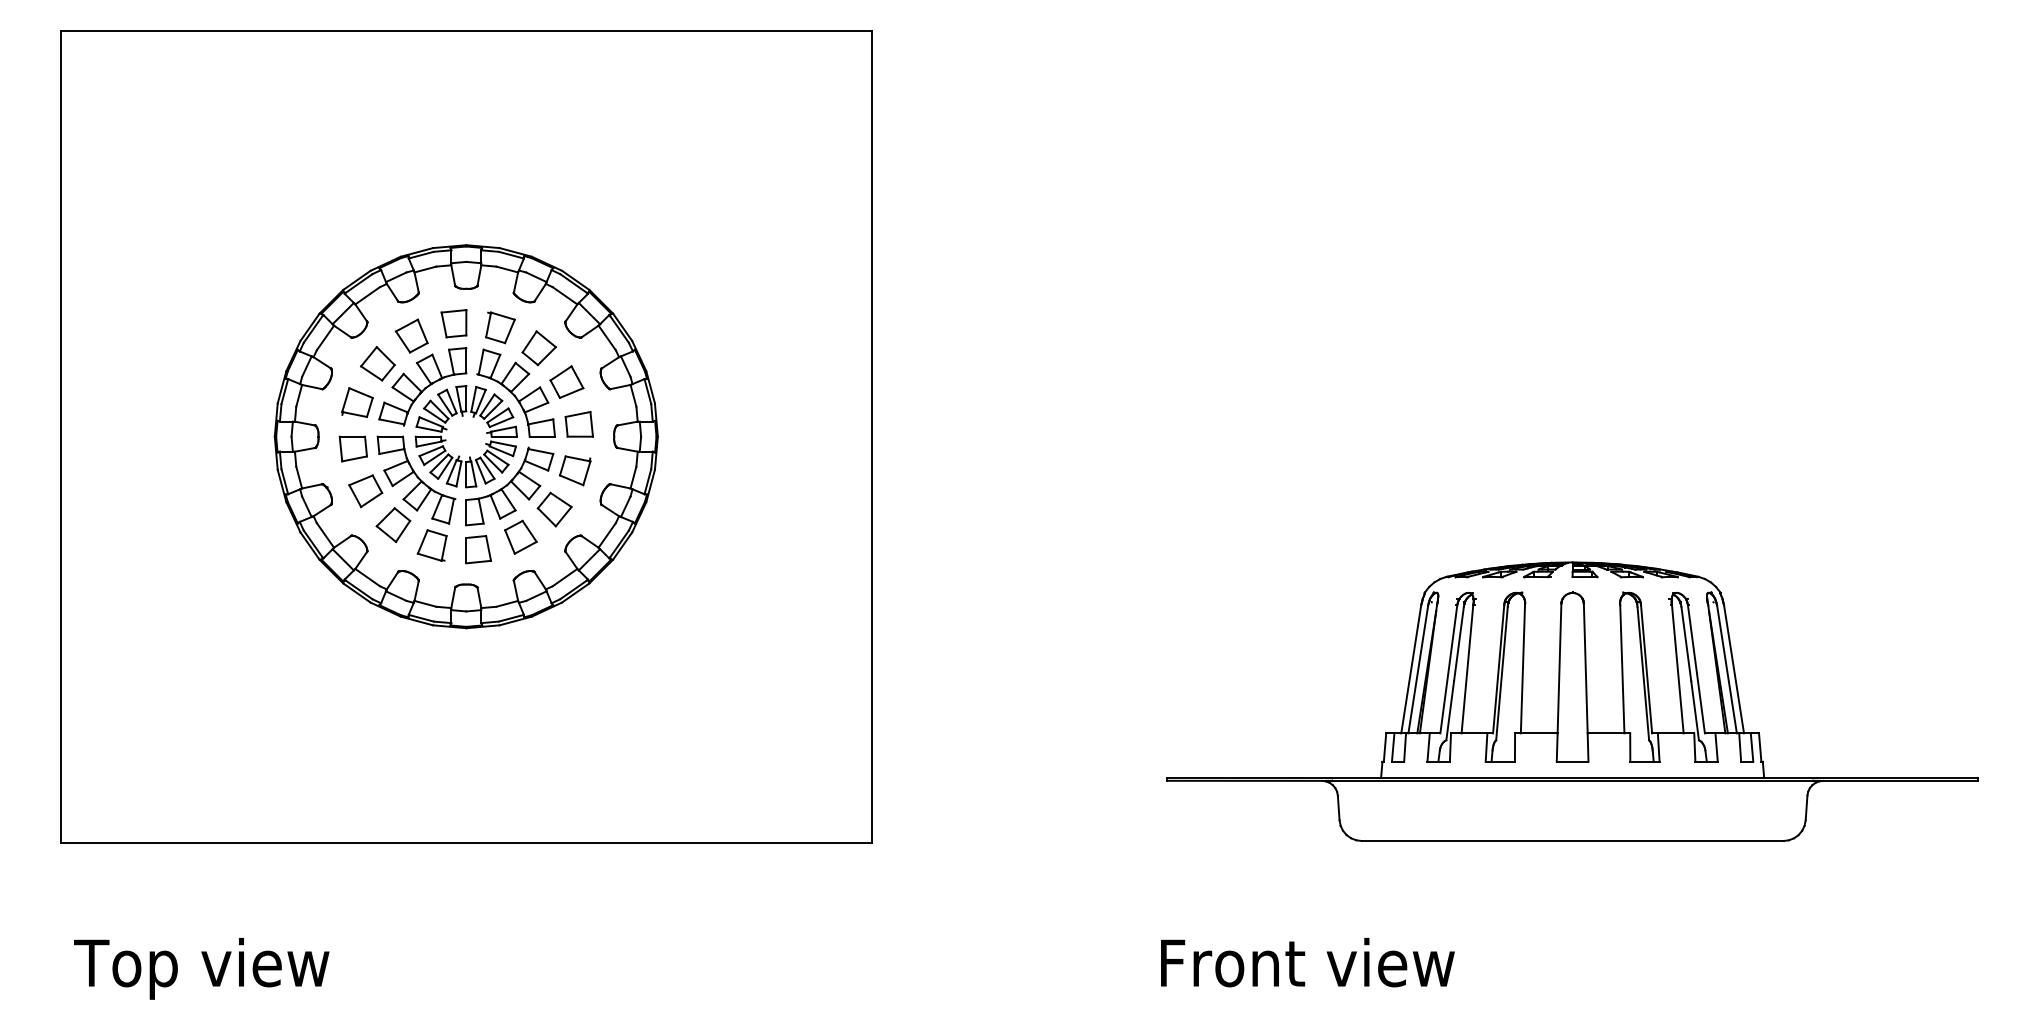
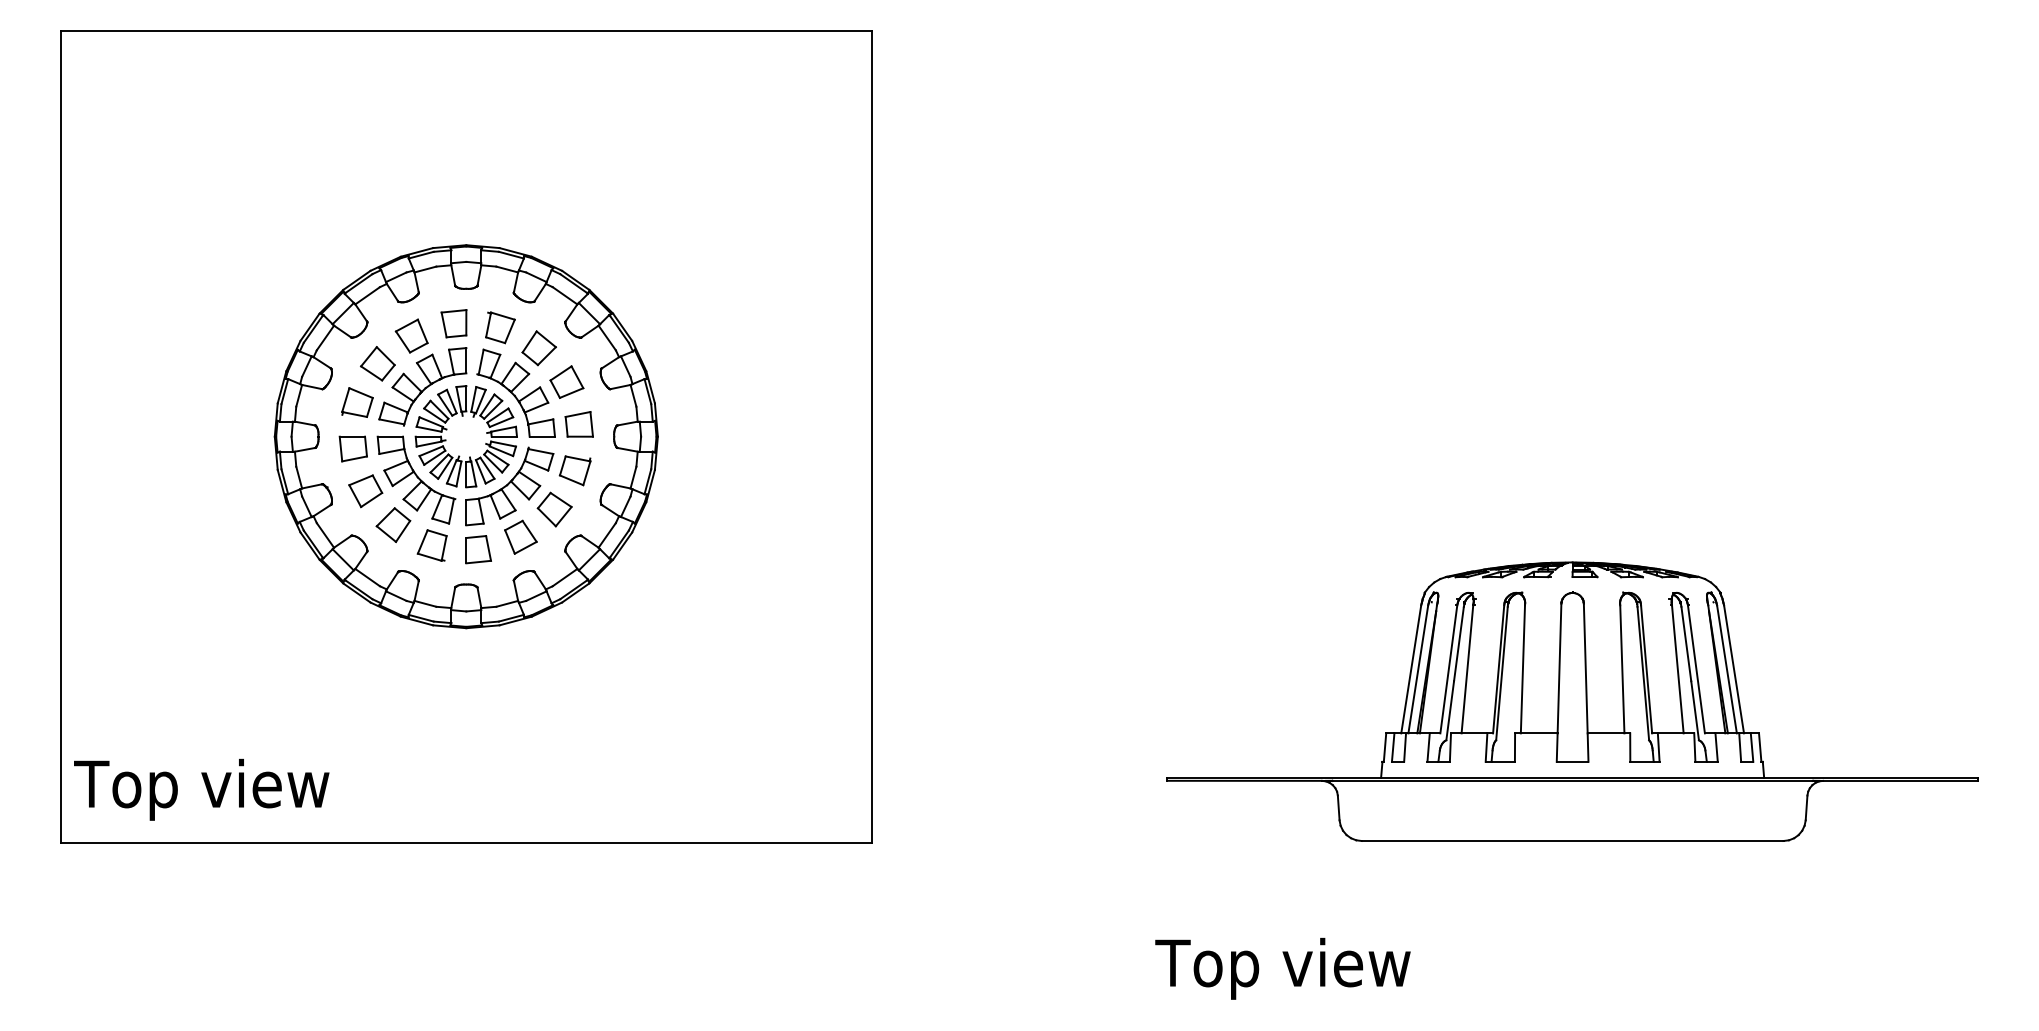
text at (201, 968) position: (201, 968) -> (201, 789)
text at (1304, 968): Front view -> Top view
